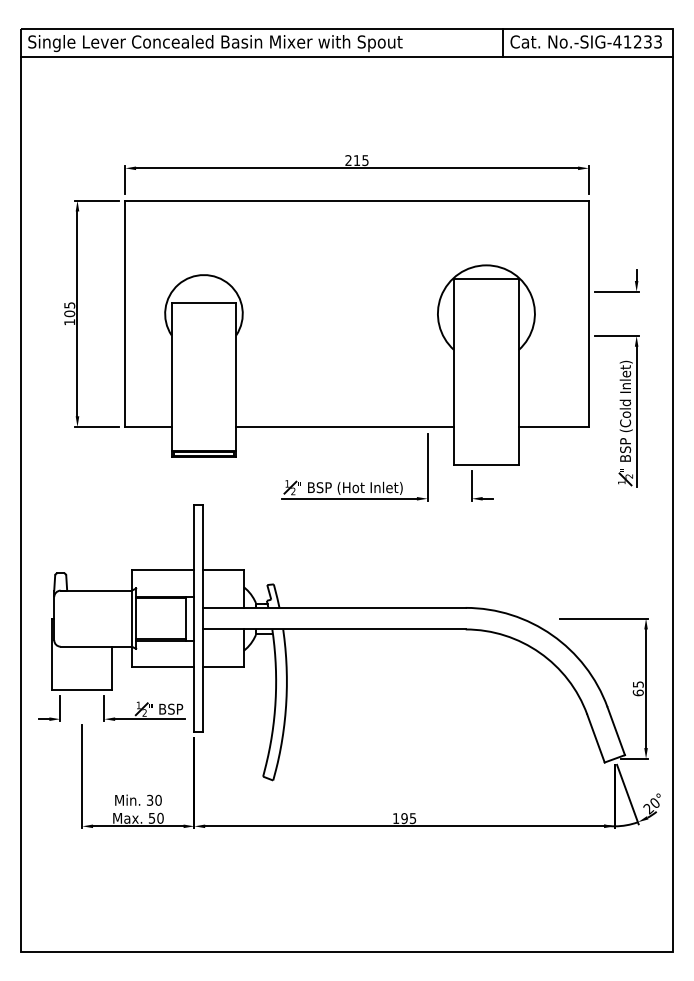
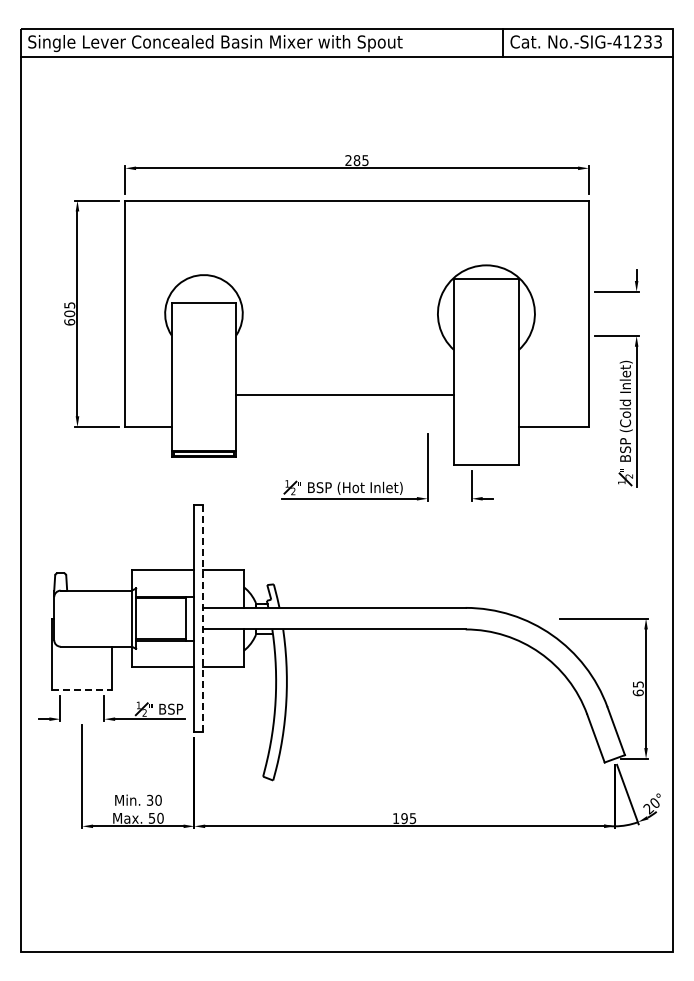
text at (356, 160): 215 -> 285
text at (69, 322): 105 -> 605
line at (345, 427) position: (345, 427) -> (345, 395)
line at (203, 618): solid -> dashed
line at (82, 689): solid -> dashed
